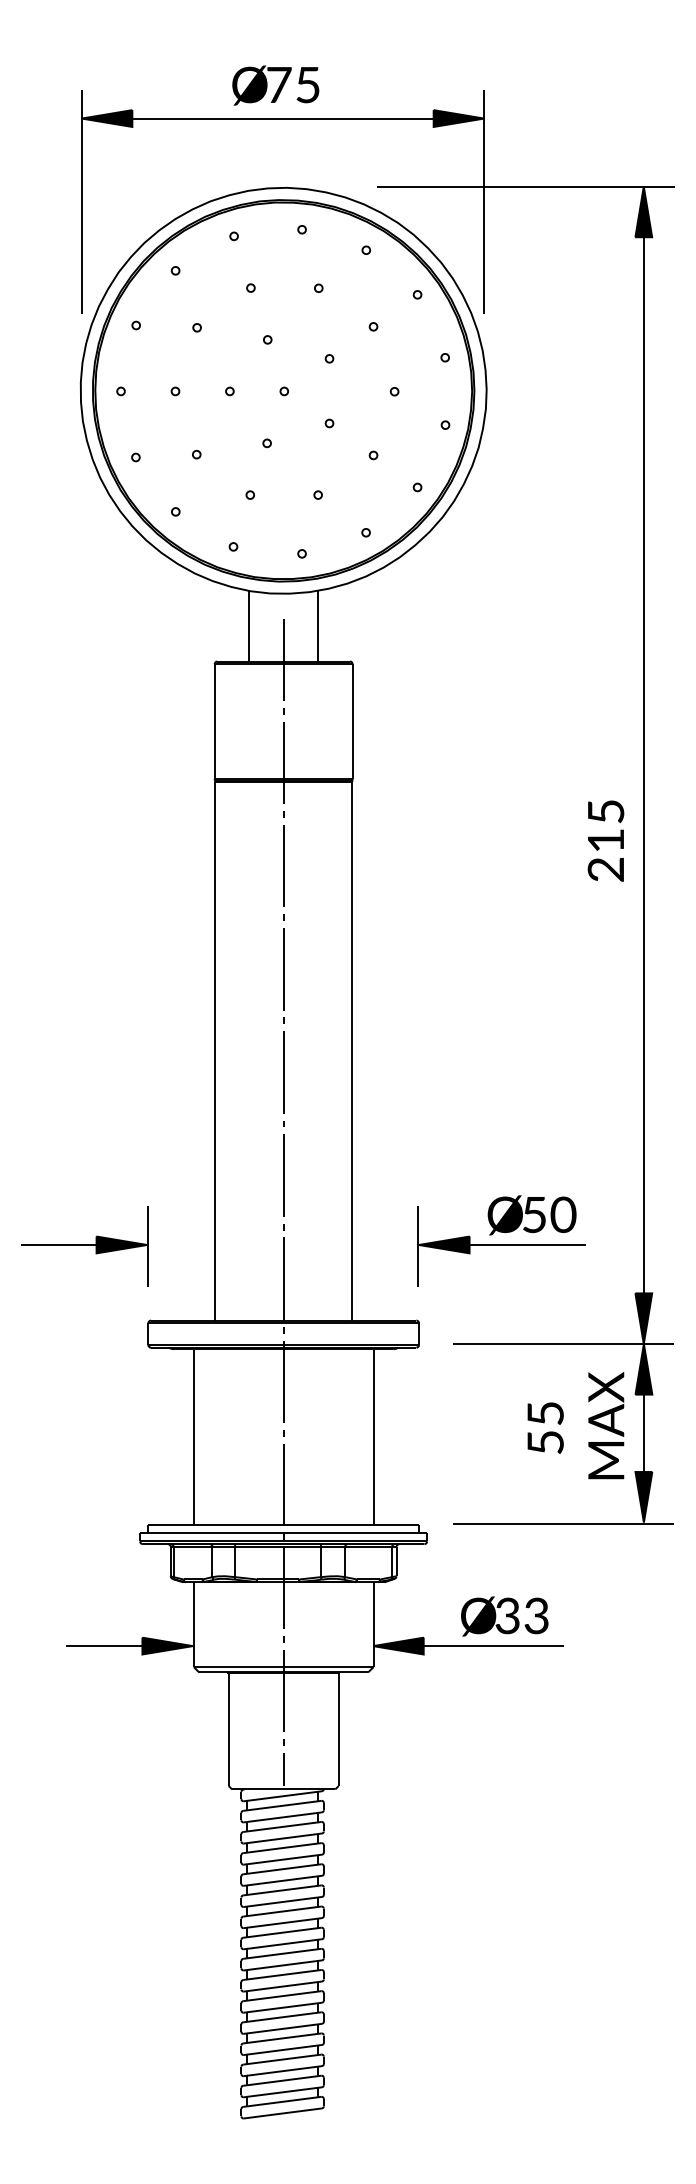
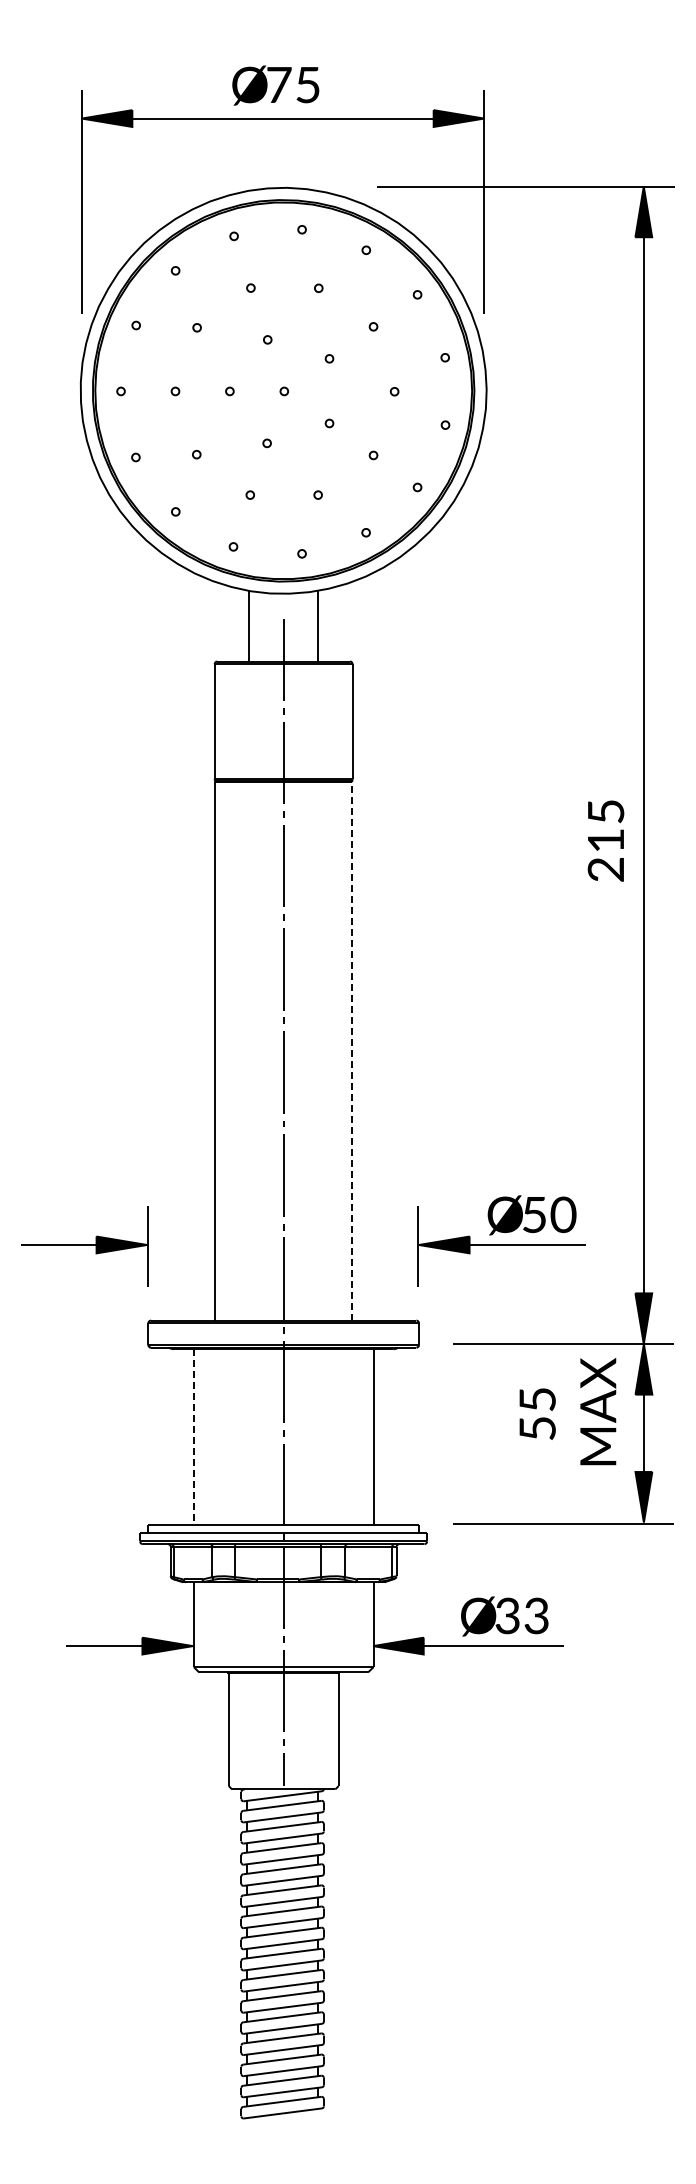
line at (352, 1050): solid -> dashed
text at (575, 1425) position: (575, 1425) -> (567, 1411)
line at (193, 1437): solid -> dashed
